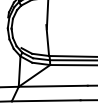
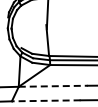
line at (53, 86): solid -> dashed
line at (45, 100): solid -> dashed
